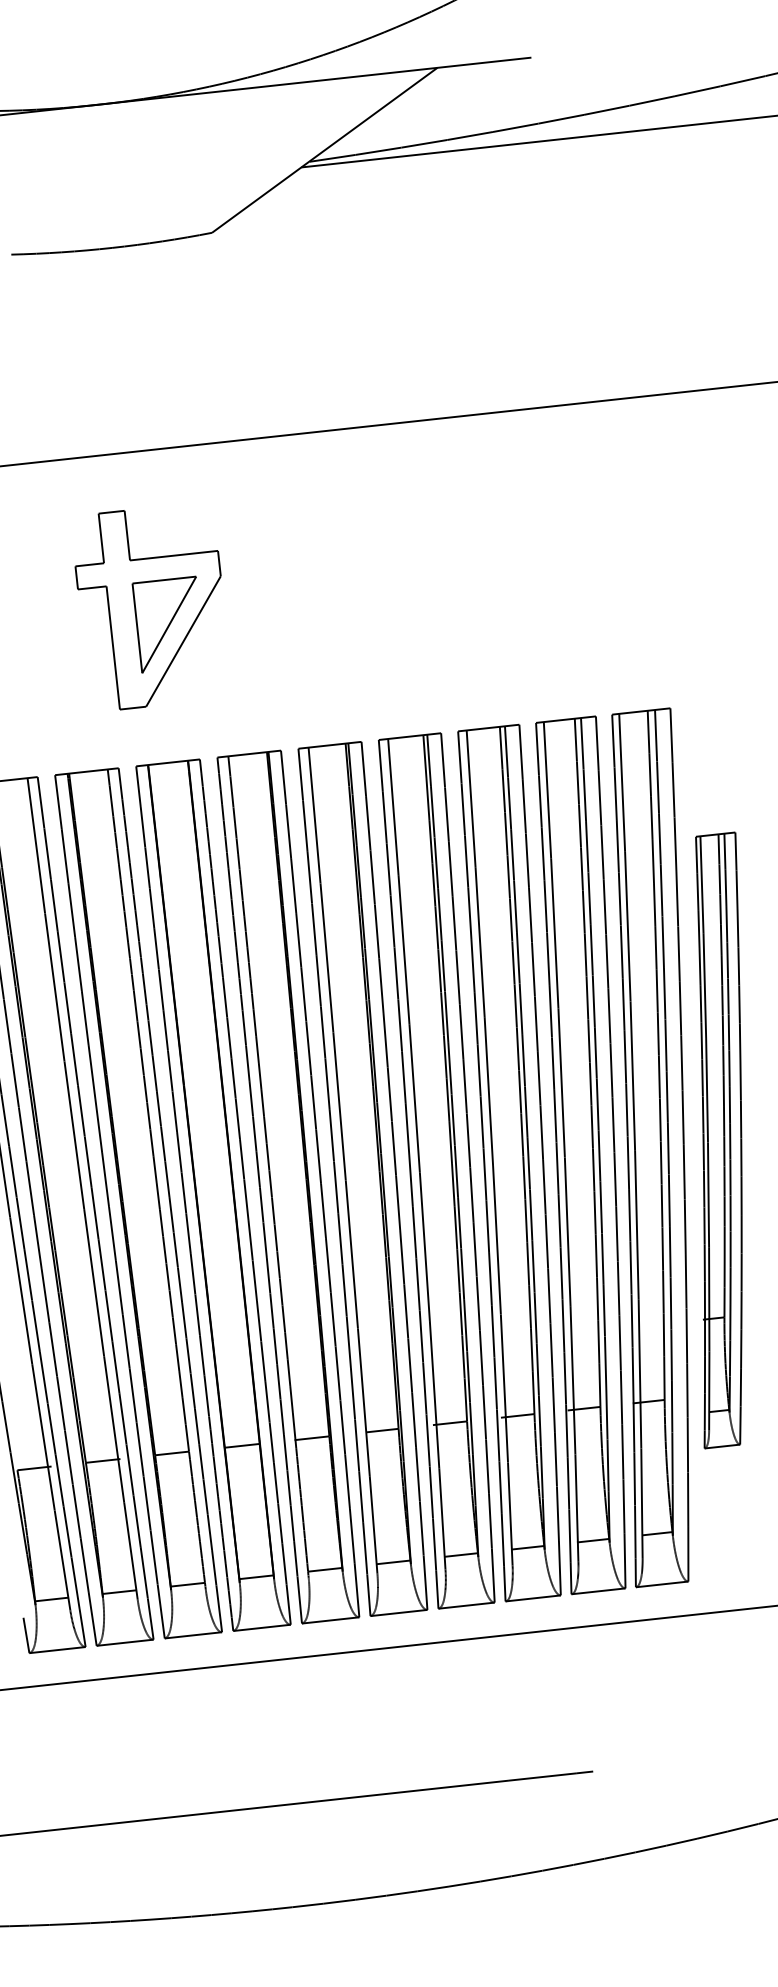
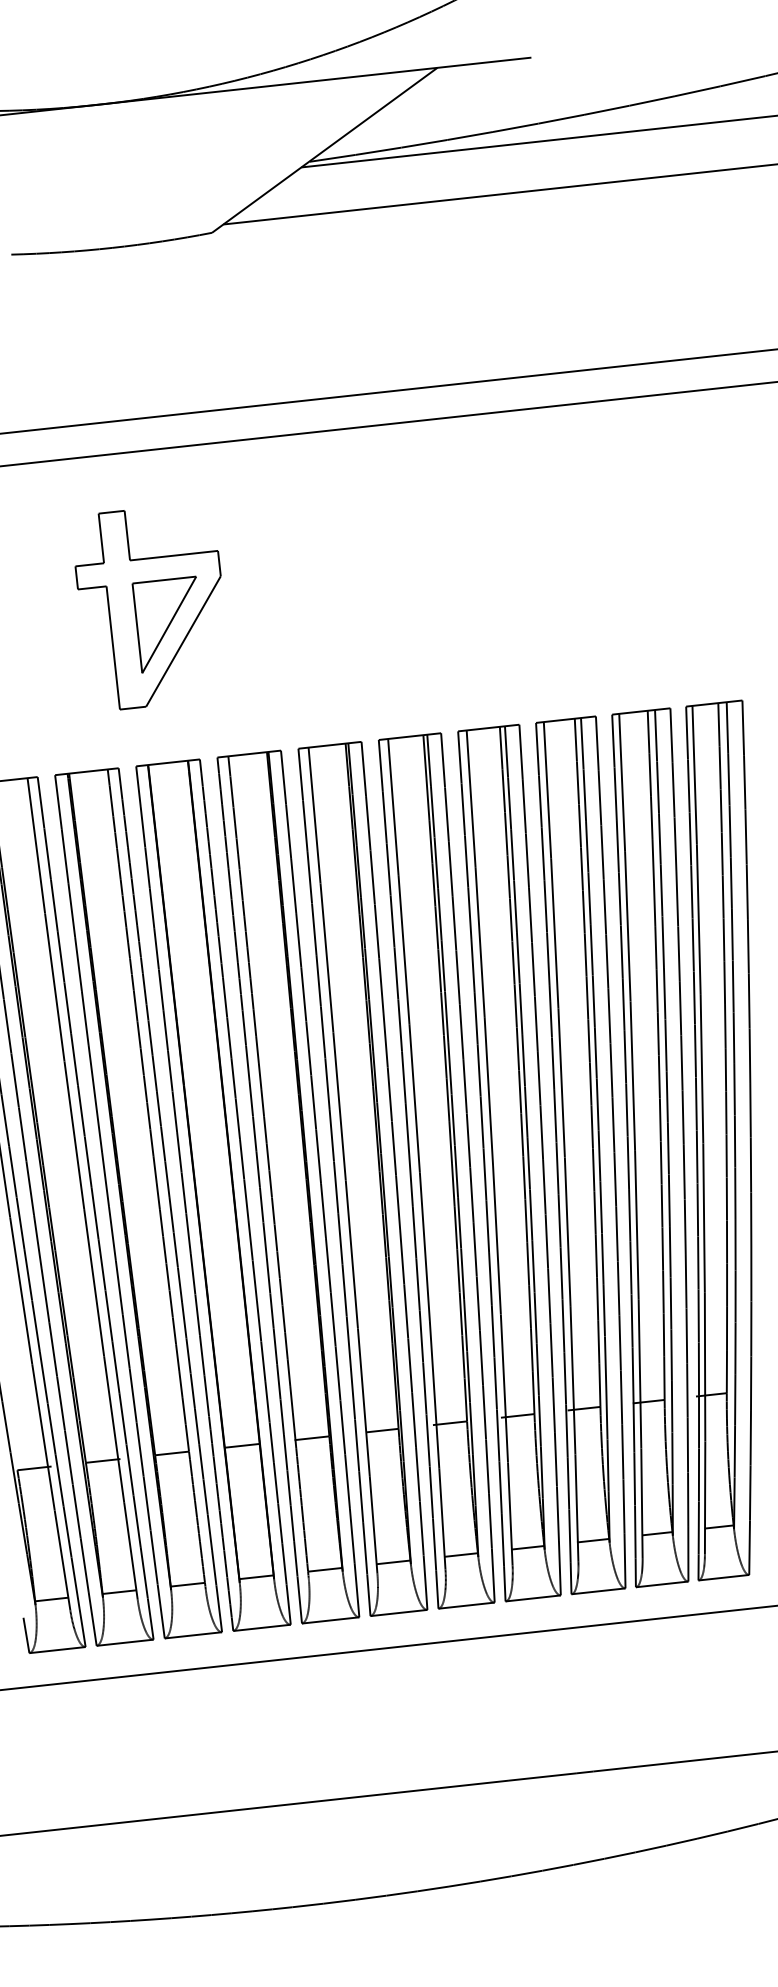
line at (498, 194): none -> present
line at (388, 391): none -> present
part at (718, 1140) size: 48x619 px -> 68x883 px
line at (683, 1761): none -> present
